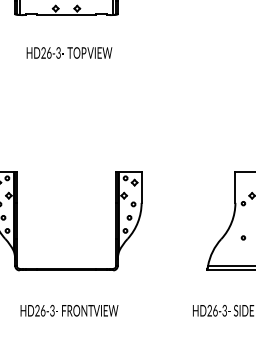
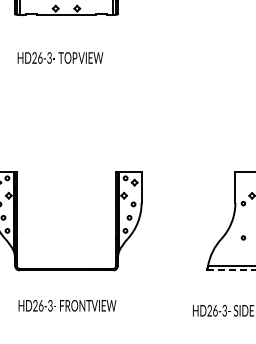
text at (69, 52) position: (69, 52) -> (60, 57)
line at (231, 270): solid -> dashed
text at (69, 310) position: (69, 310) -> (67, 305)
